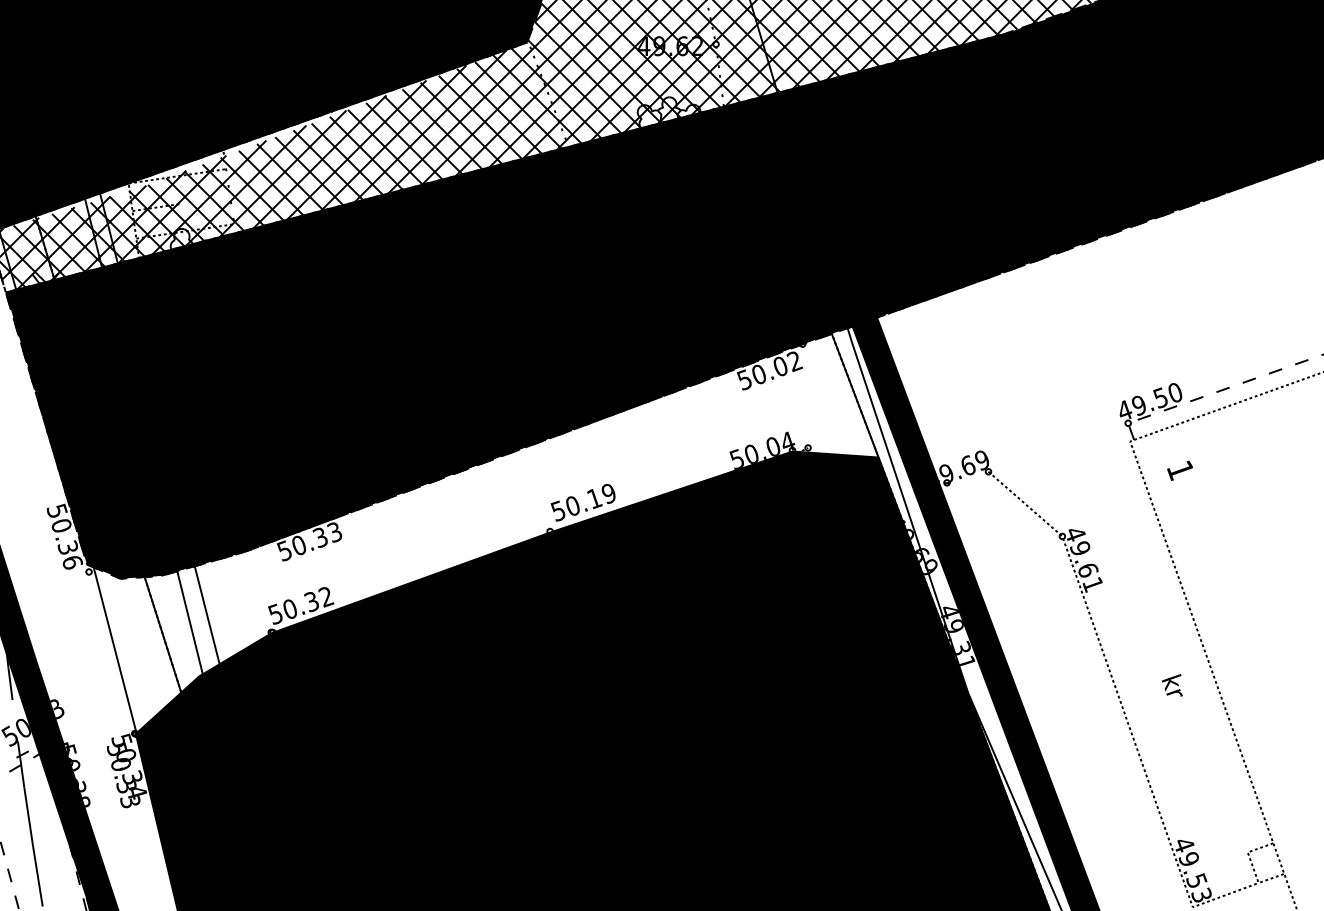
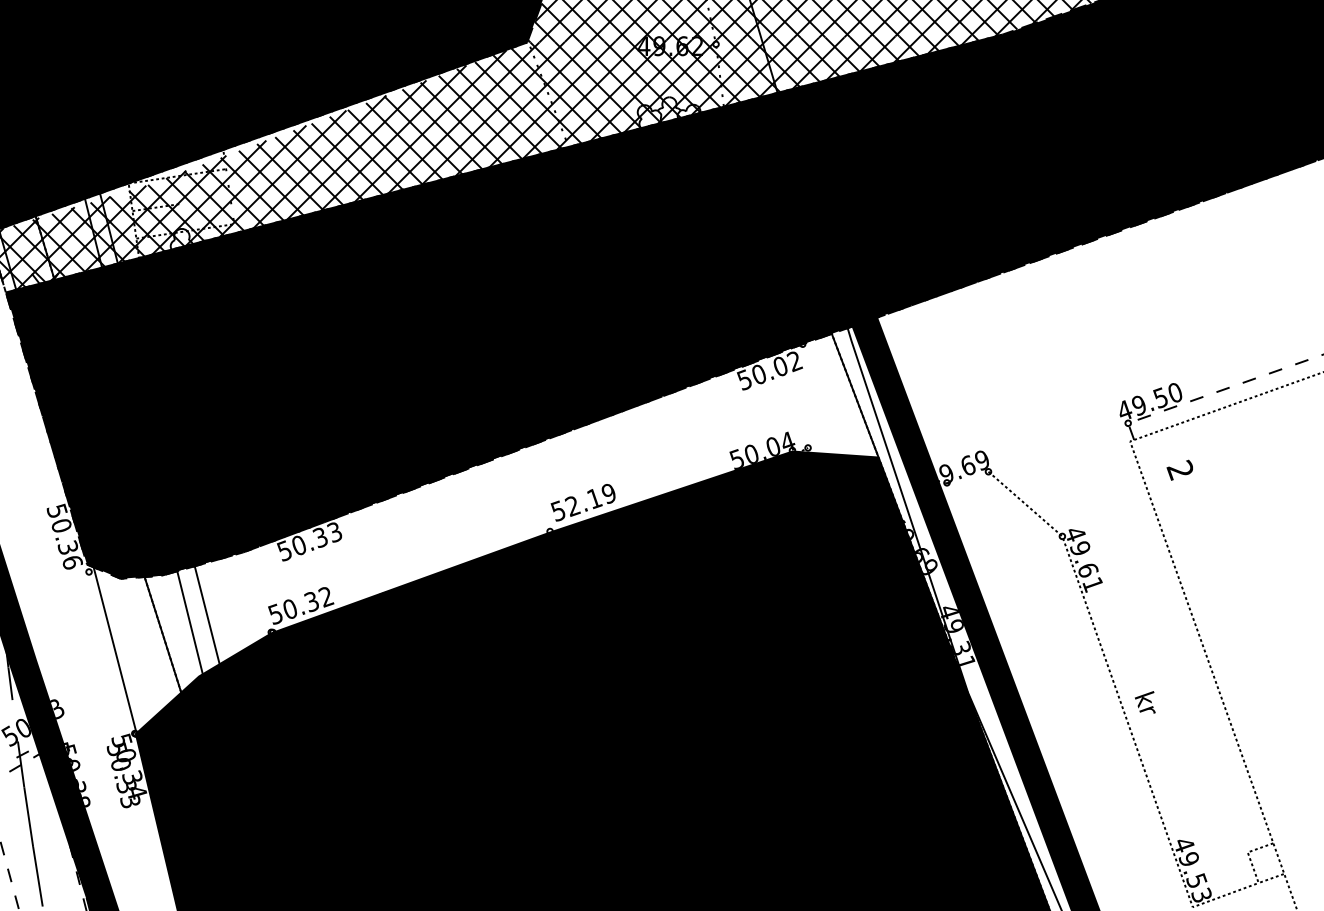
text at (1179, 469): 1 -> 2
text at (572, 506): 50.19 -> 52.19
text at (1172, 685) position: (1172, 685) -> (1145, 702)
